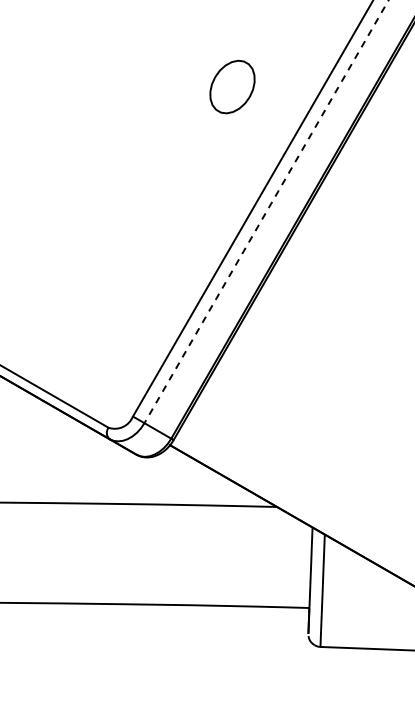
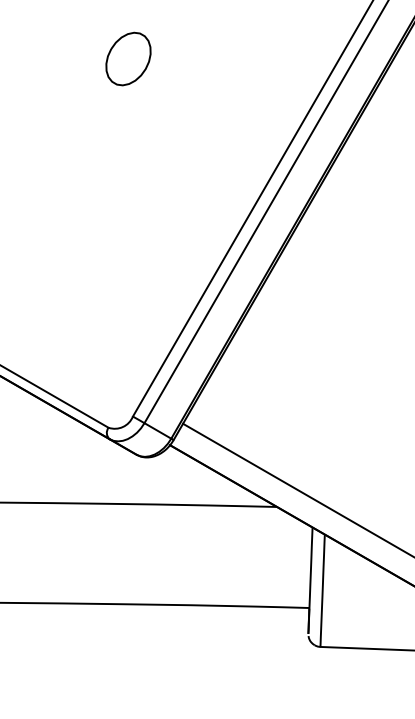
part at (232, 86) position: (232, 86) -> (128, 58)
line at (266, 212): dashed -> solid
line at (297, 489): none -> present
